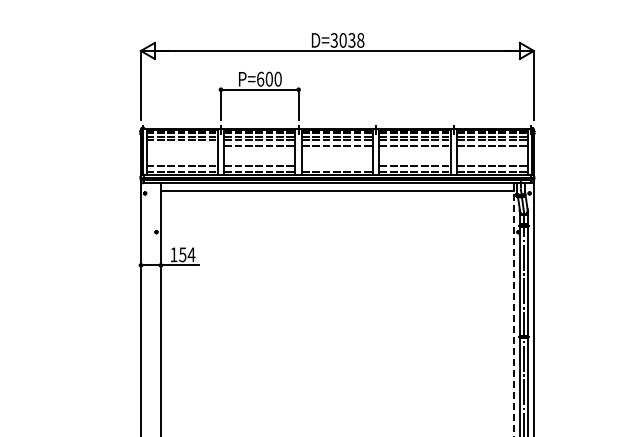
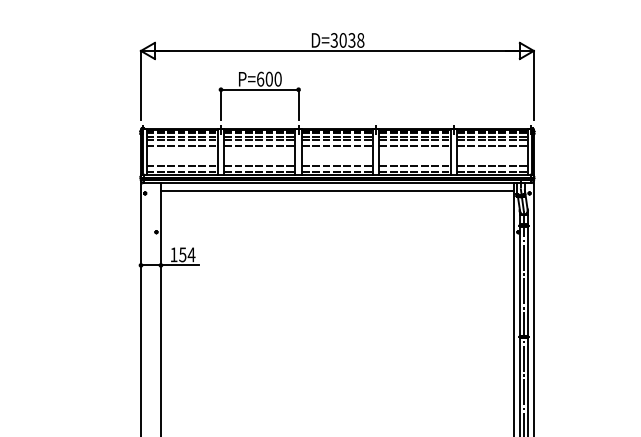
line at (181, 145): none -> present
line at (336, 166): none -> present
line at (513, 310): dashed -> solid
